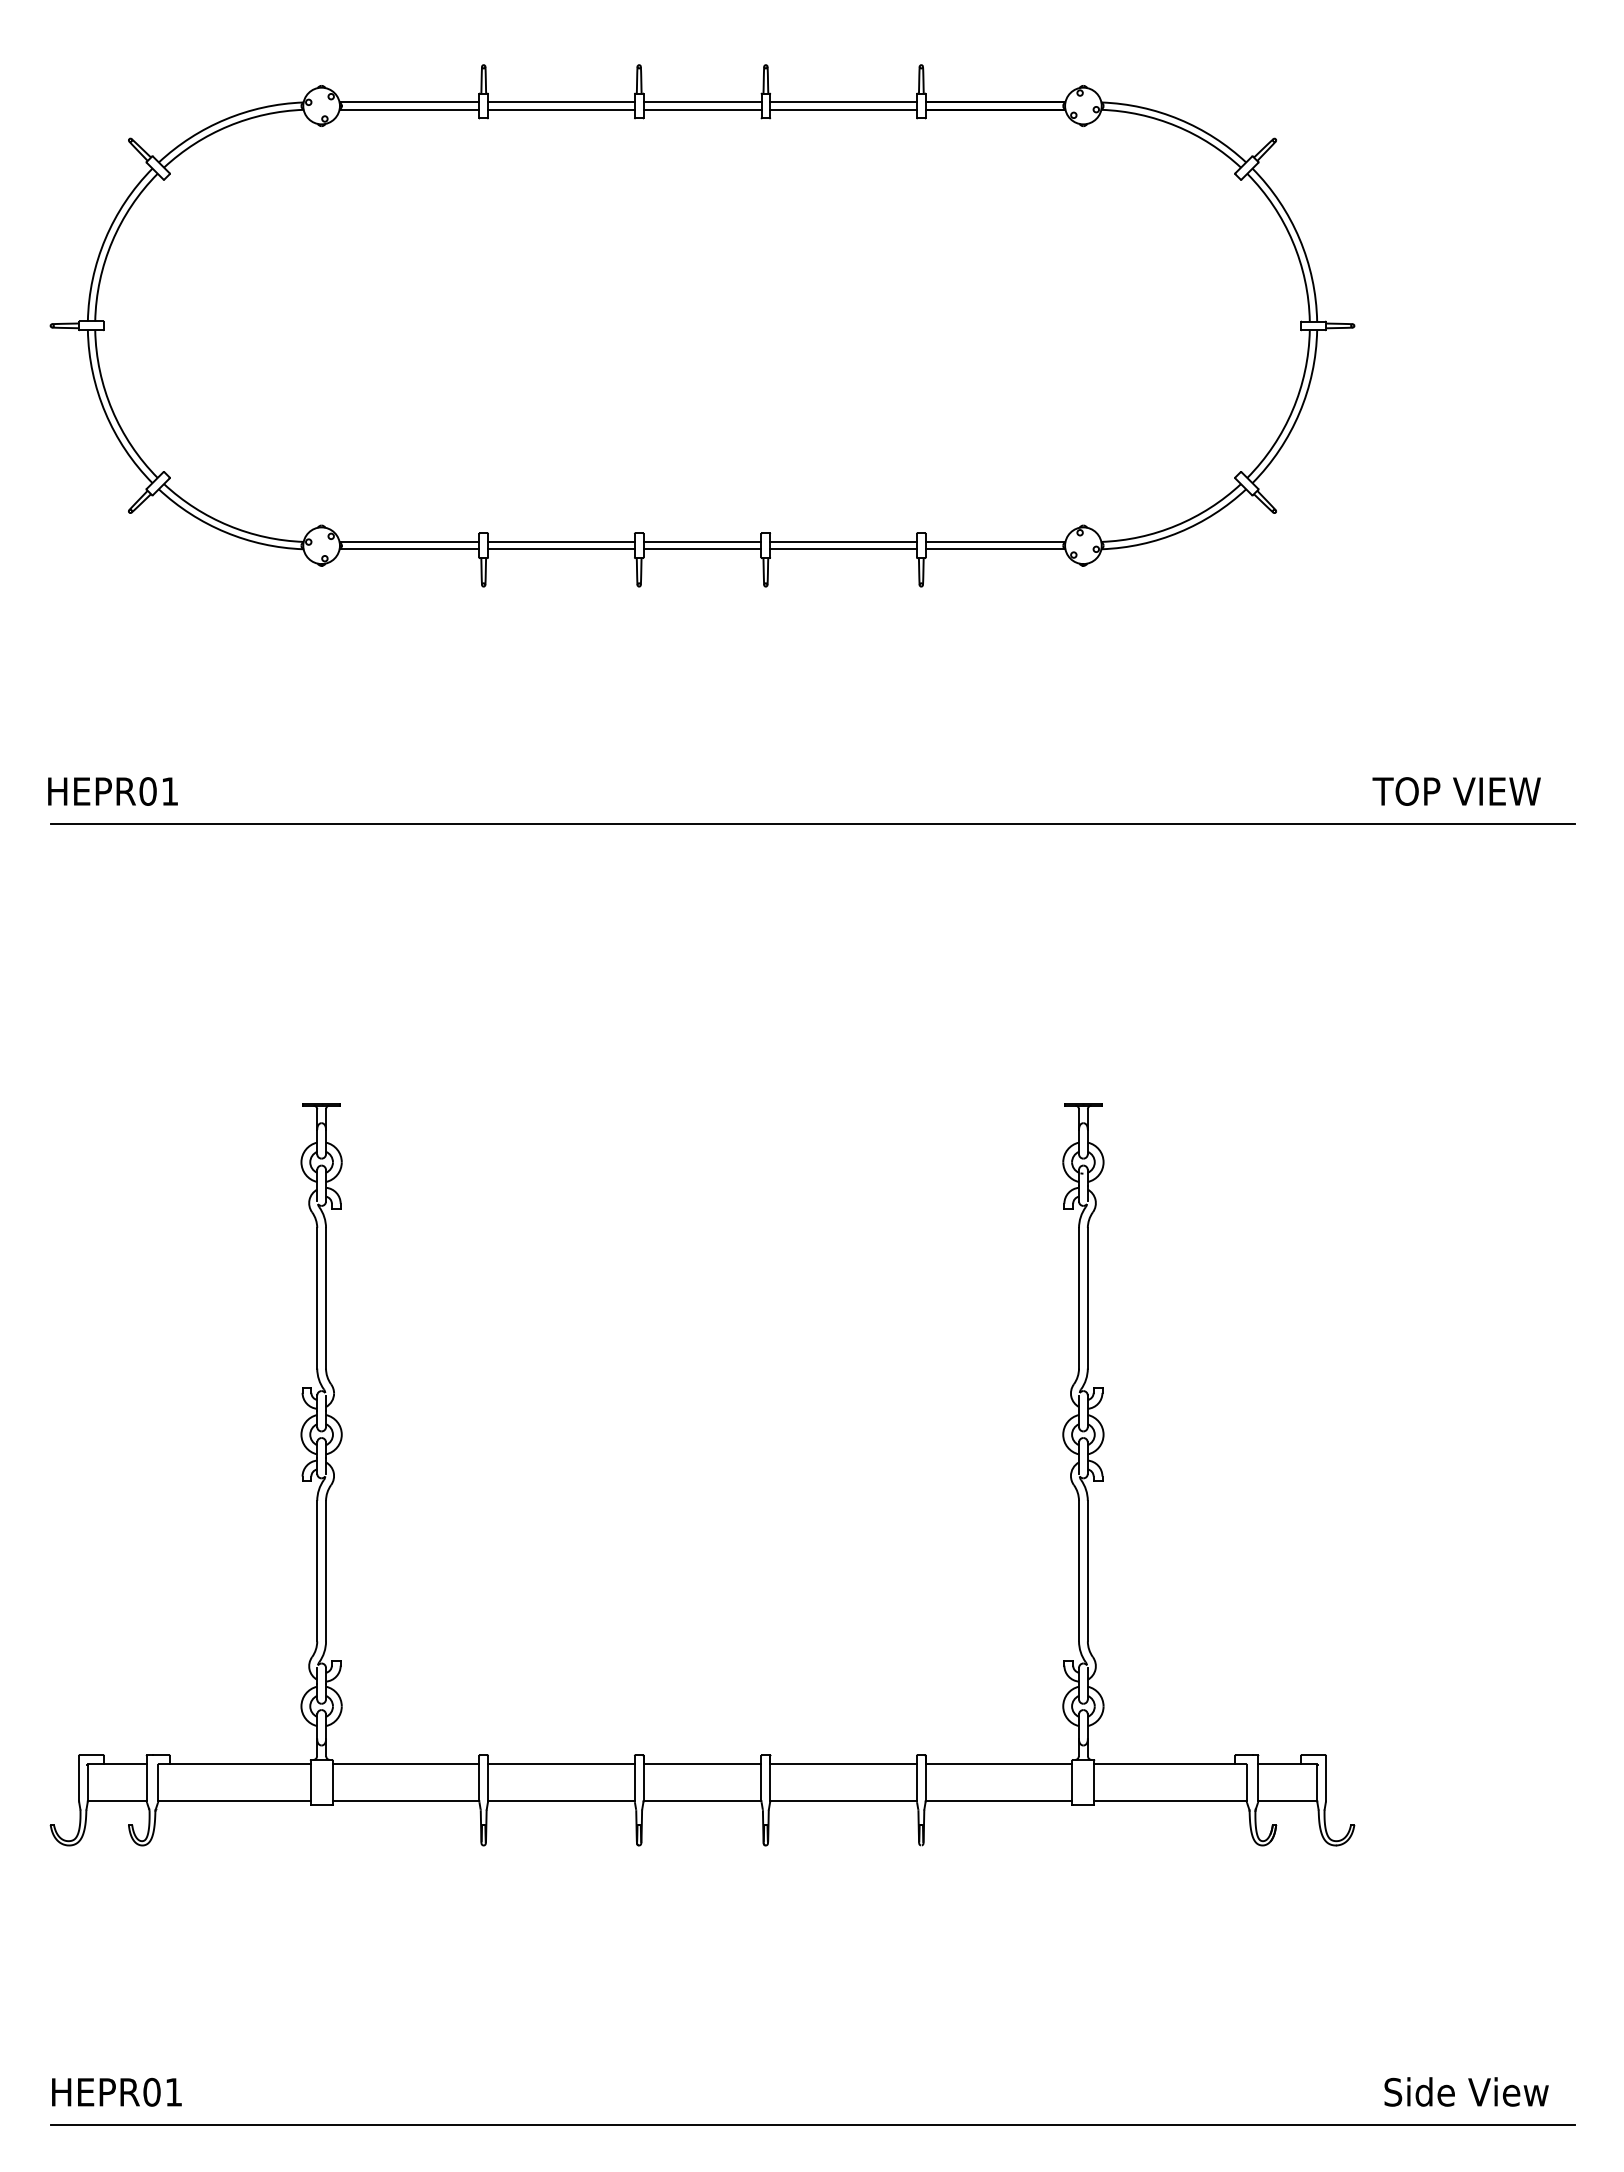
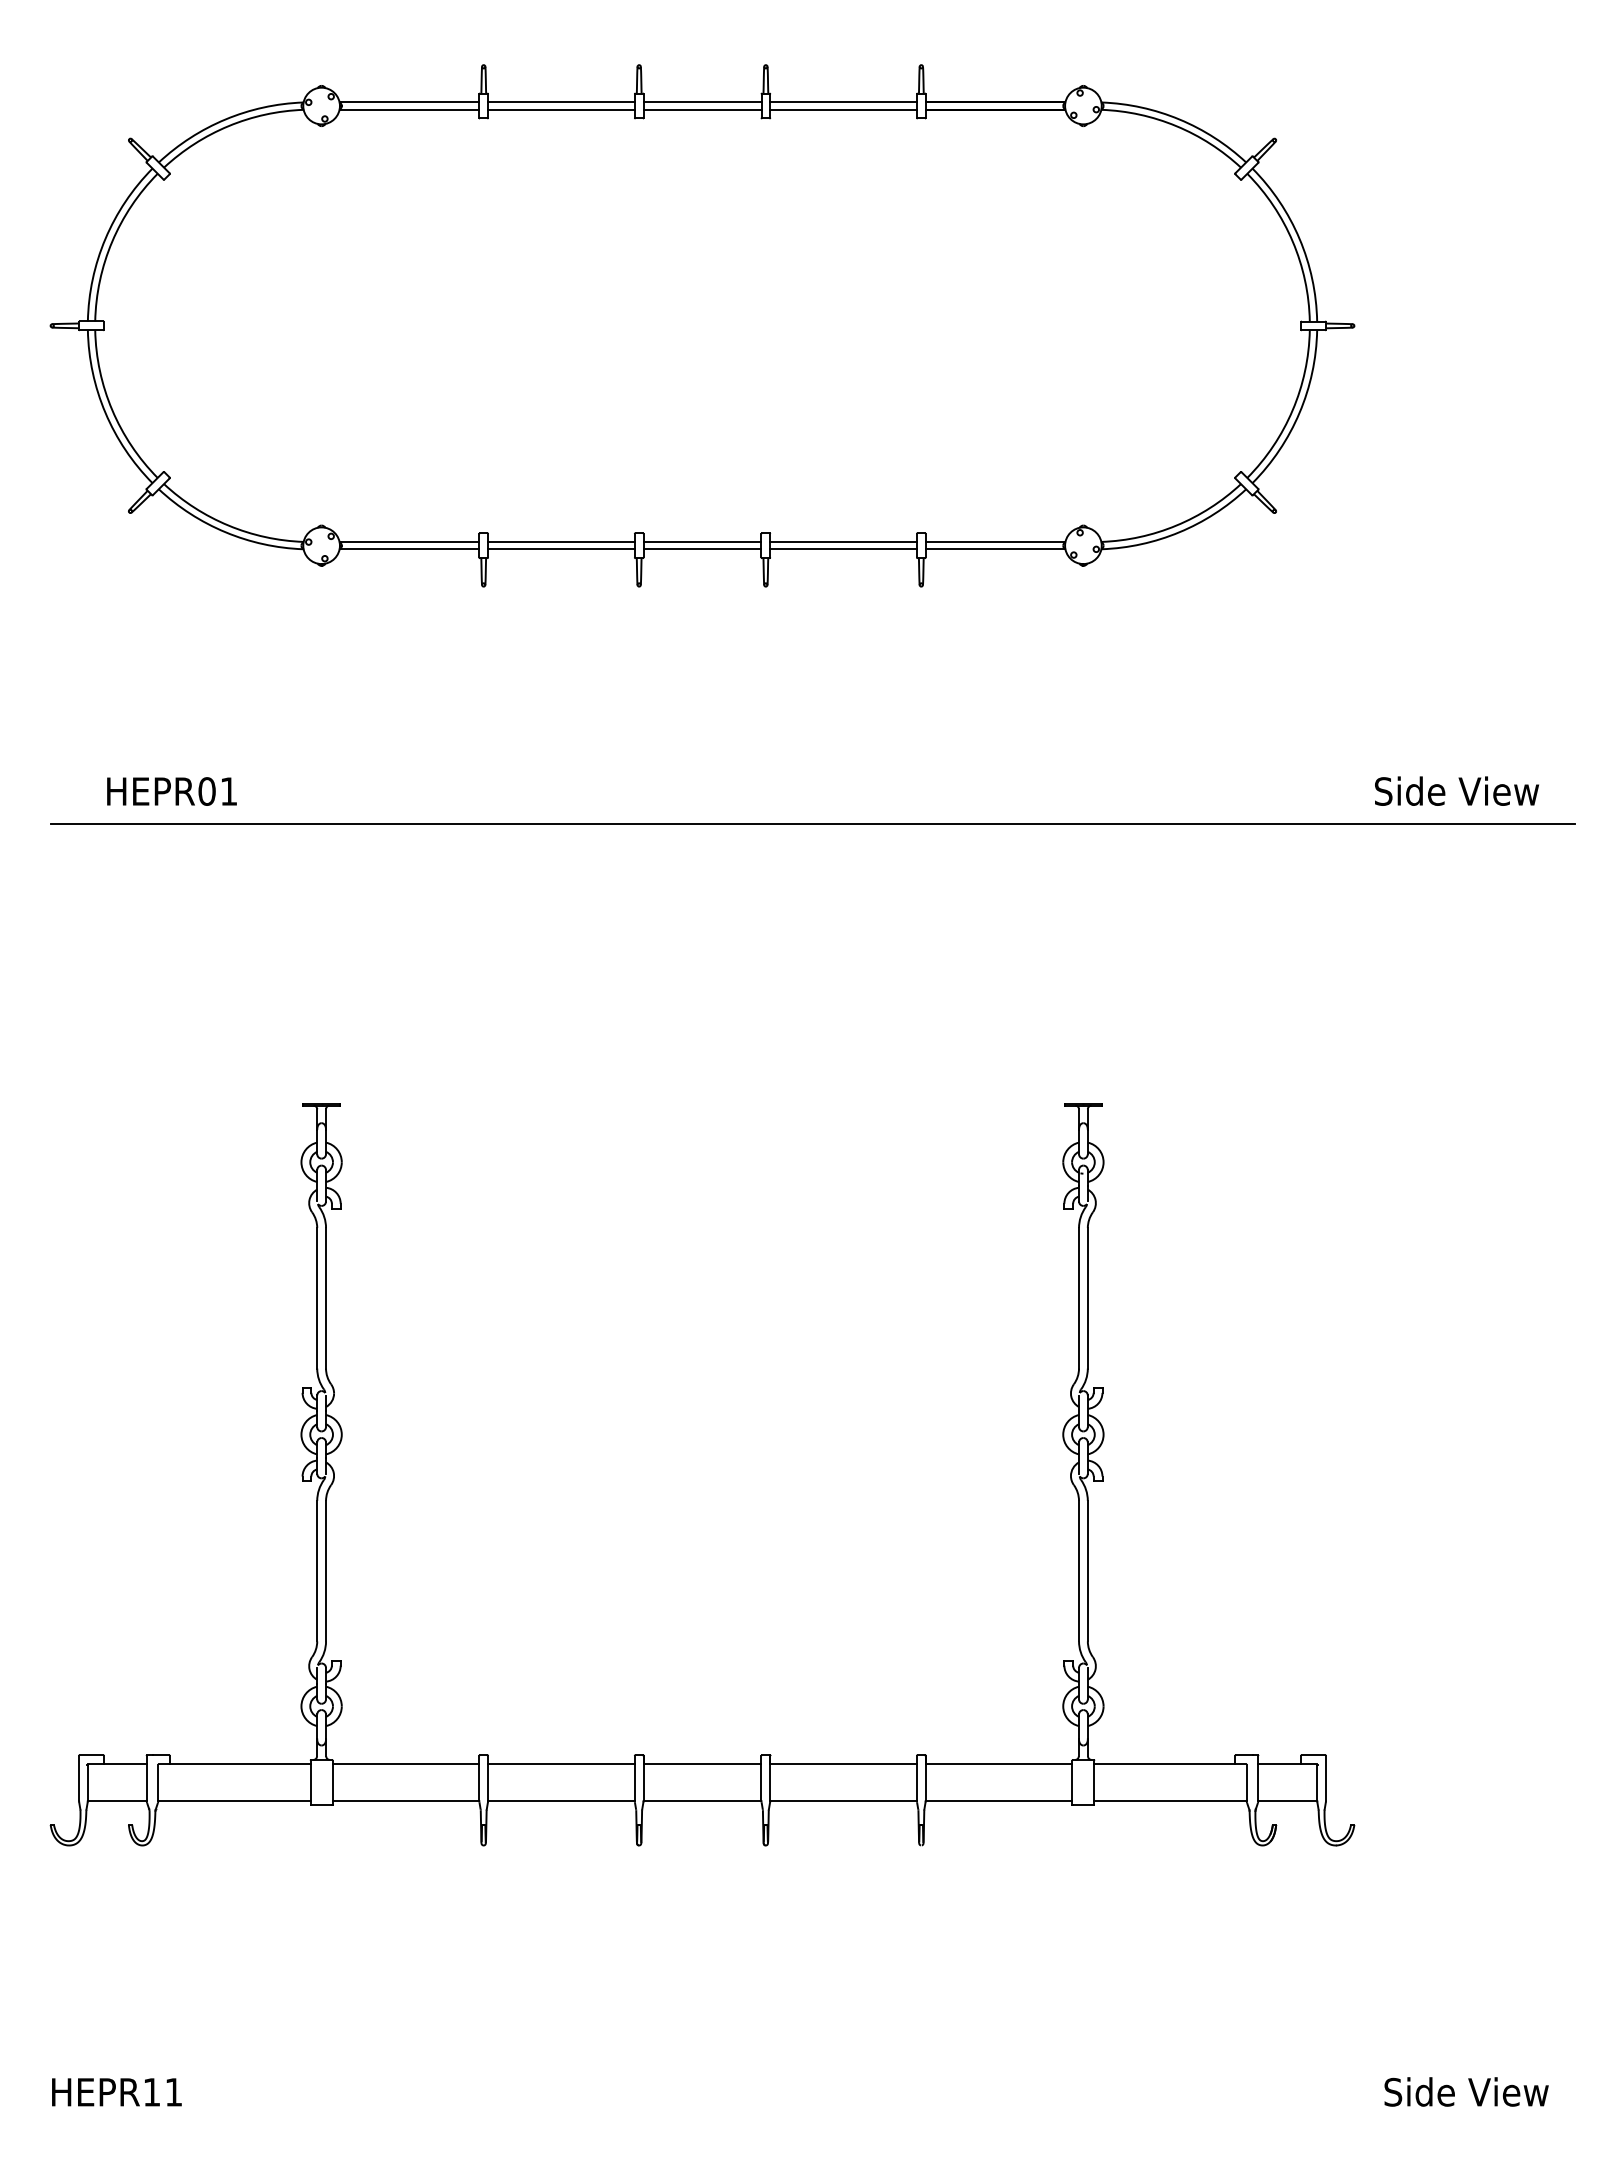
text at (1456, 790): TOP VIEW -> Side View
text at (112, 791) position: (112, 791) -> (171, 791)
text at (151, 2091): HEPR01 -> HEPR11
line at (812, 2124): present -> none
